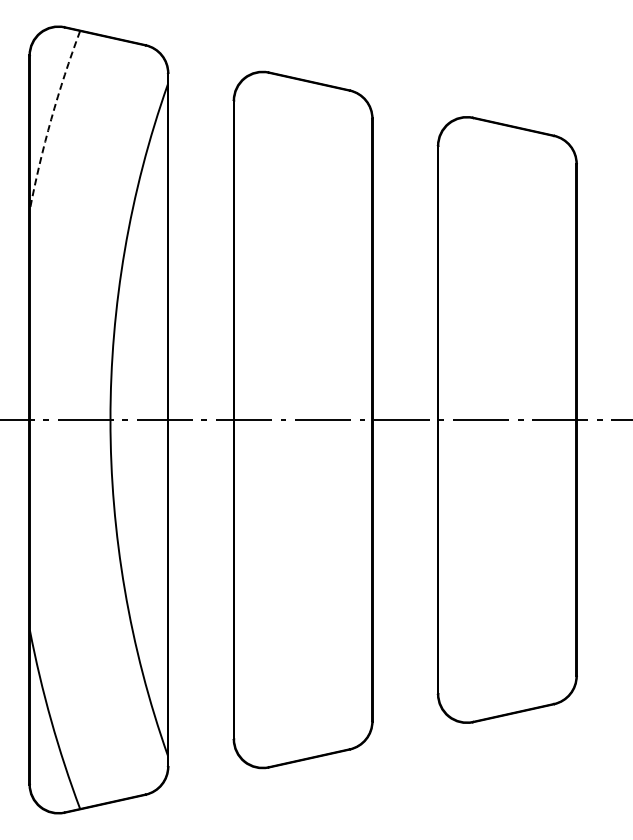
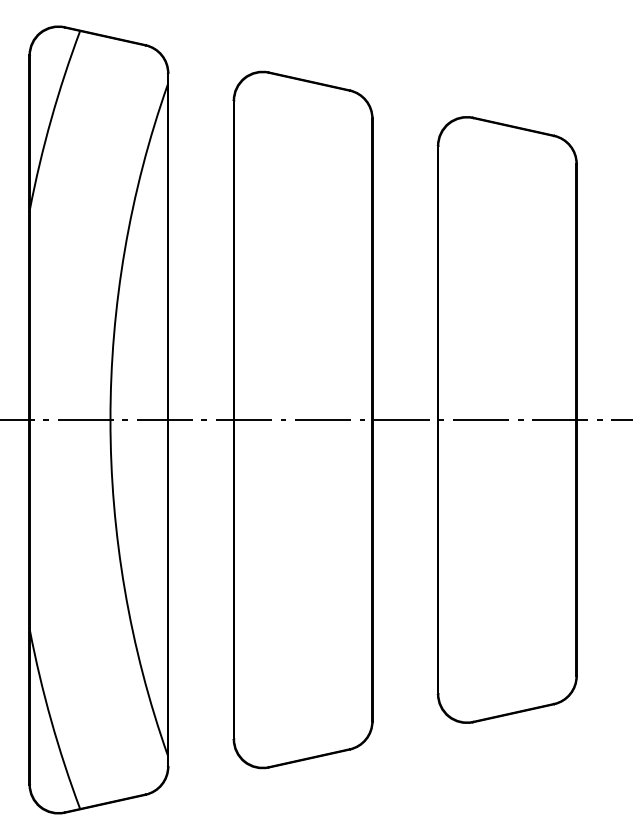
arc at (51, 119): dashed -> solid
